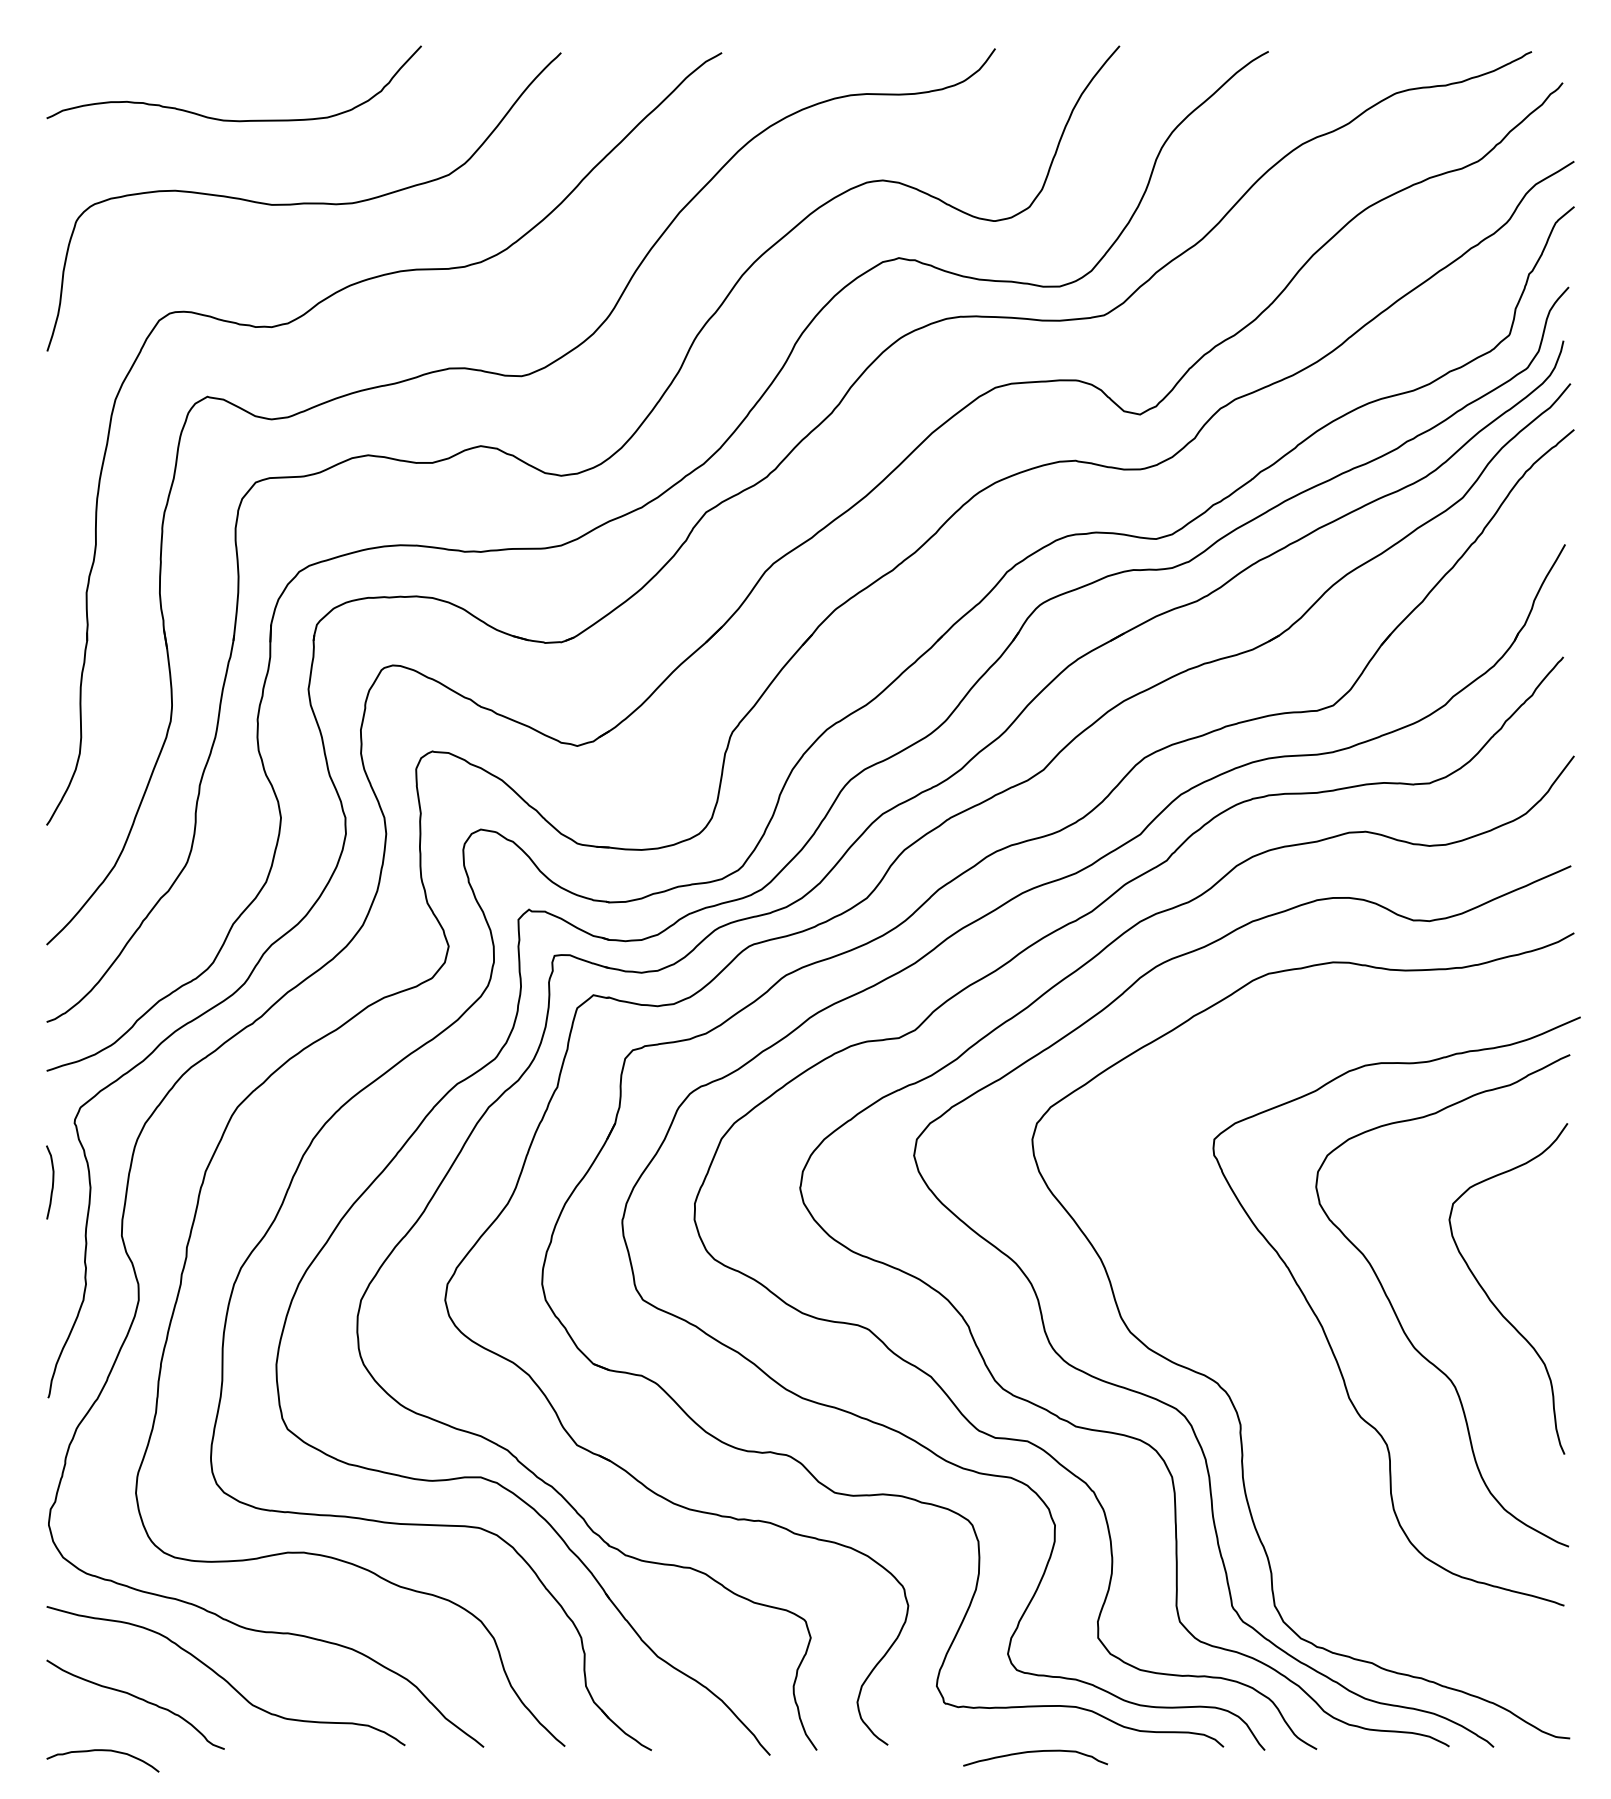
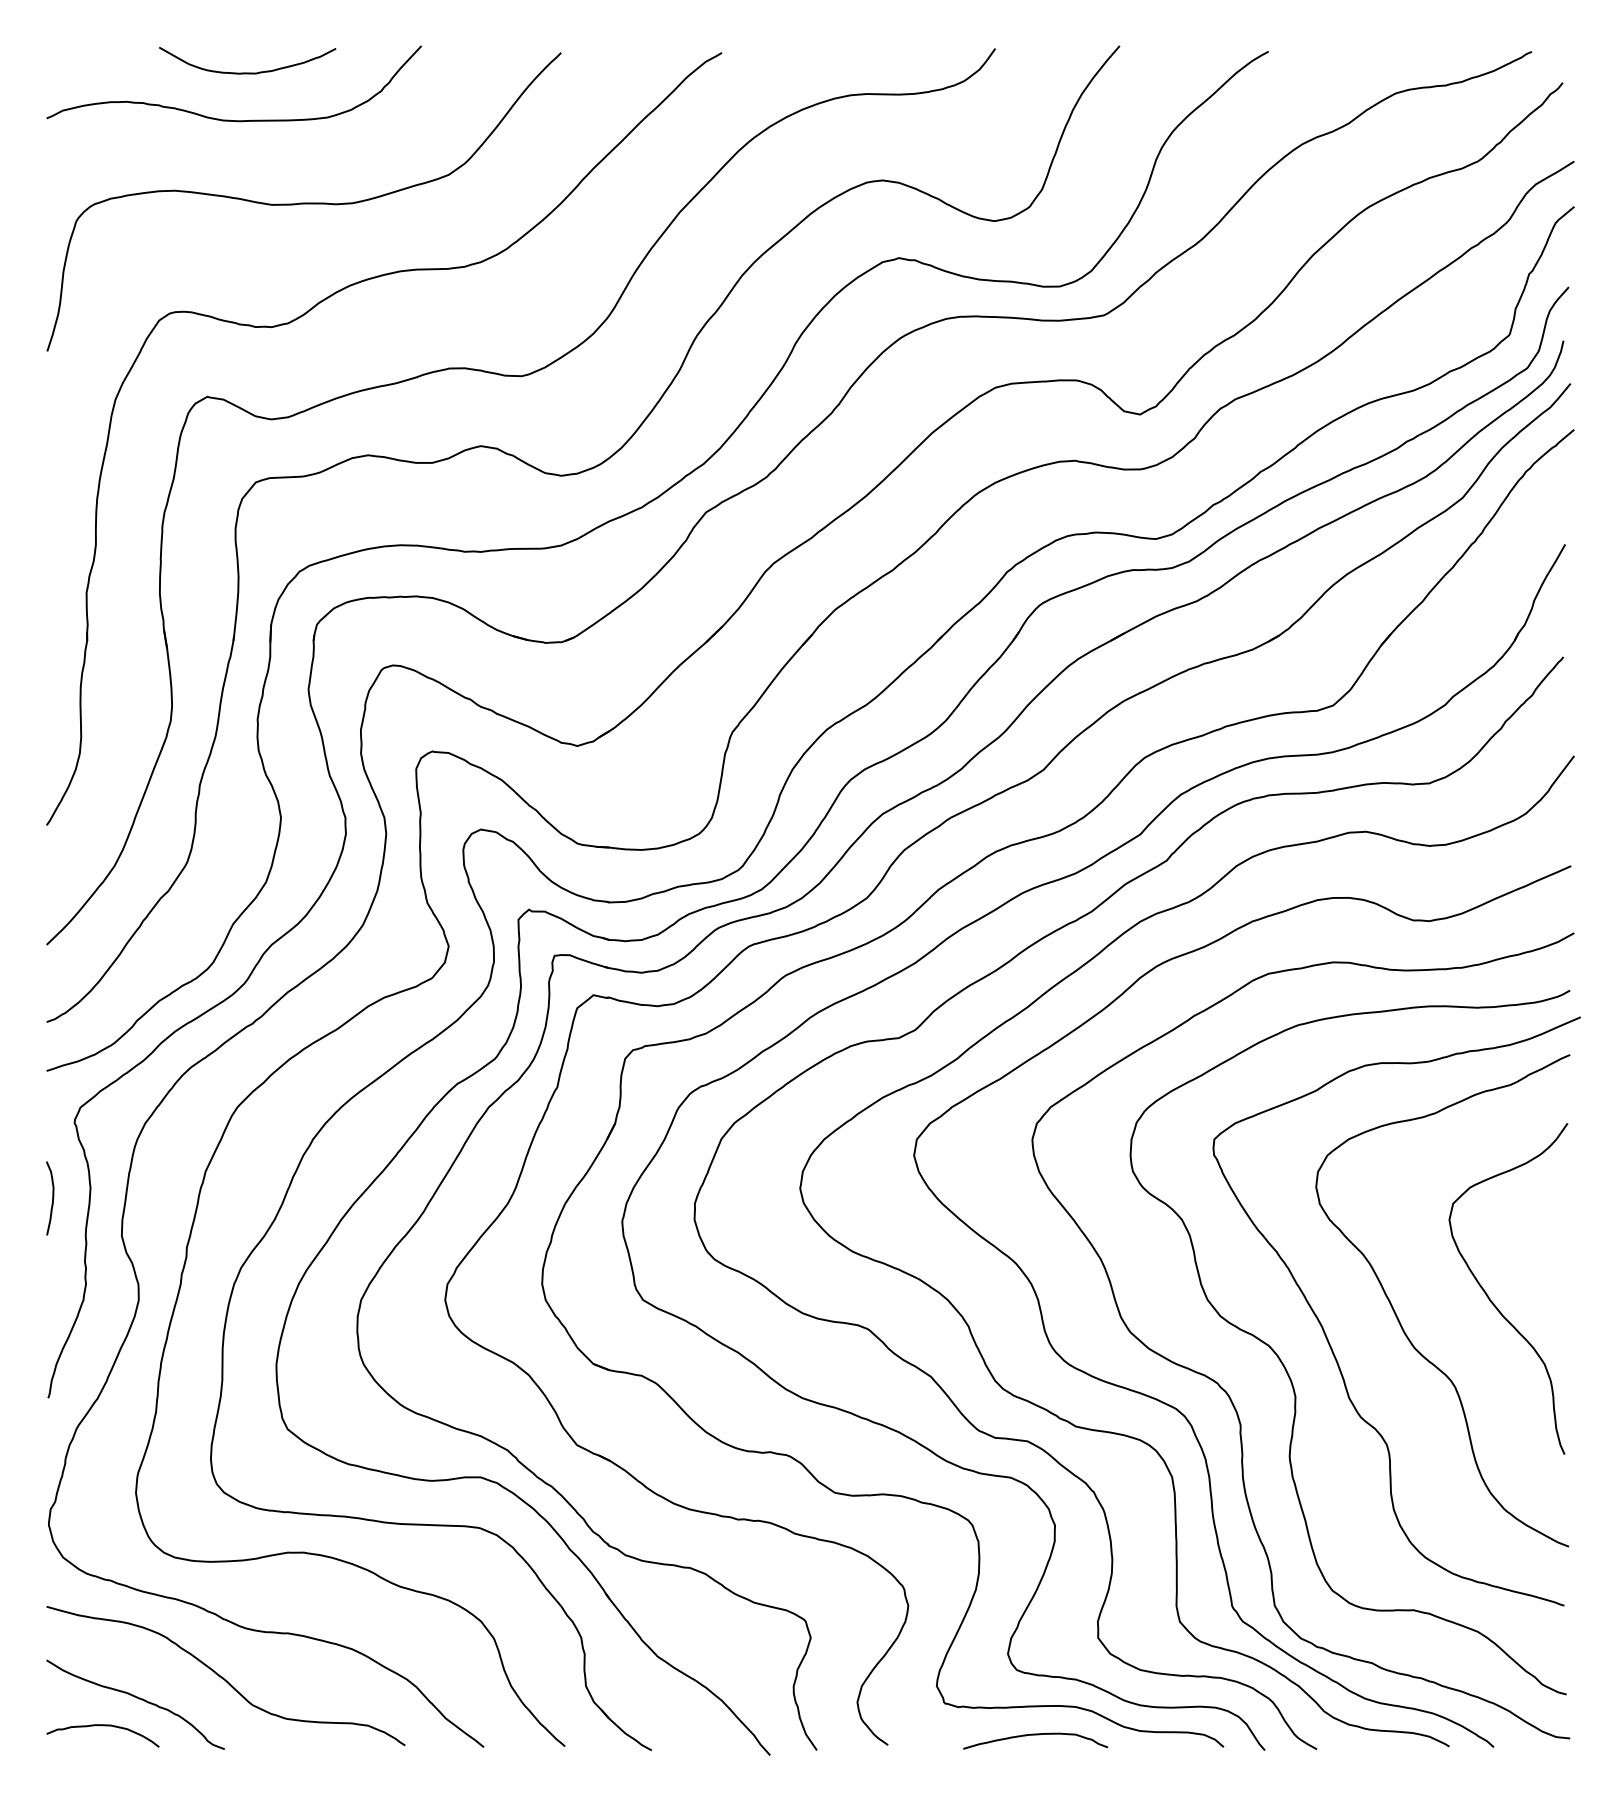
curve at (247, 72): none -> present
curve at (52, 1182) position: (52, 1182) -> (52, 1198)
curve at (1288, 1372): none -> present
curve at (102, 1751) position: (102, 1751) -> (102, 1726)
curve at (1035, 1752) position: (1035, 1752) -> (1035, 1735)
